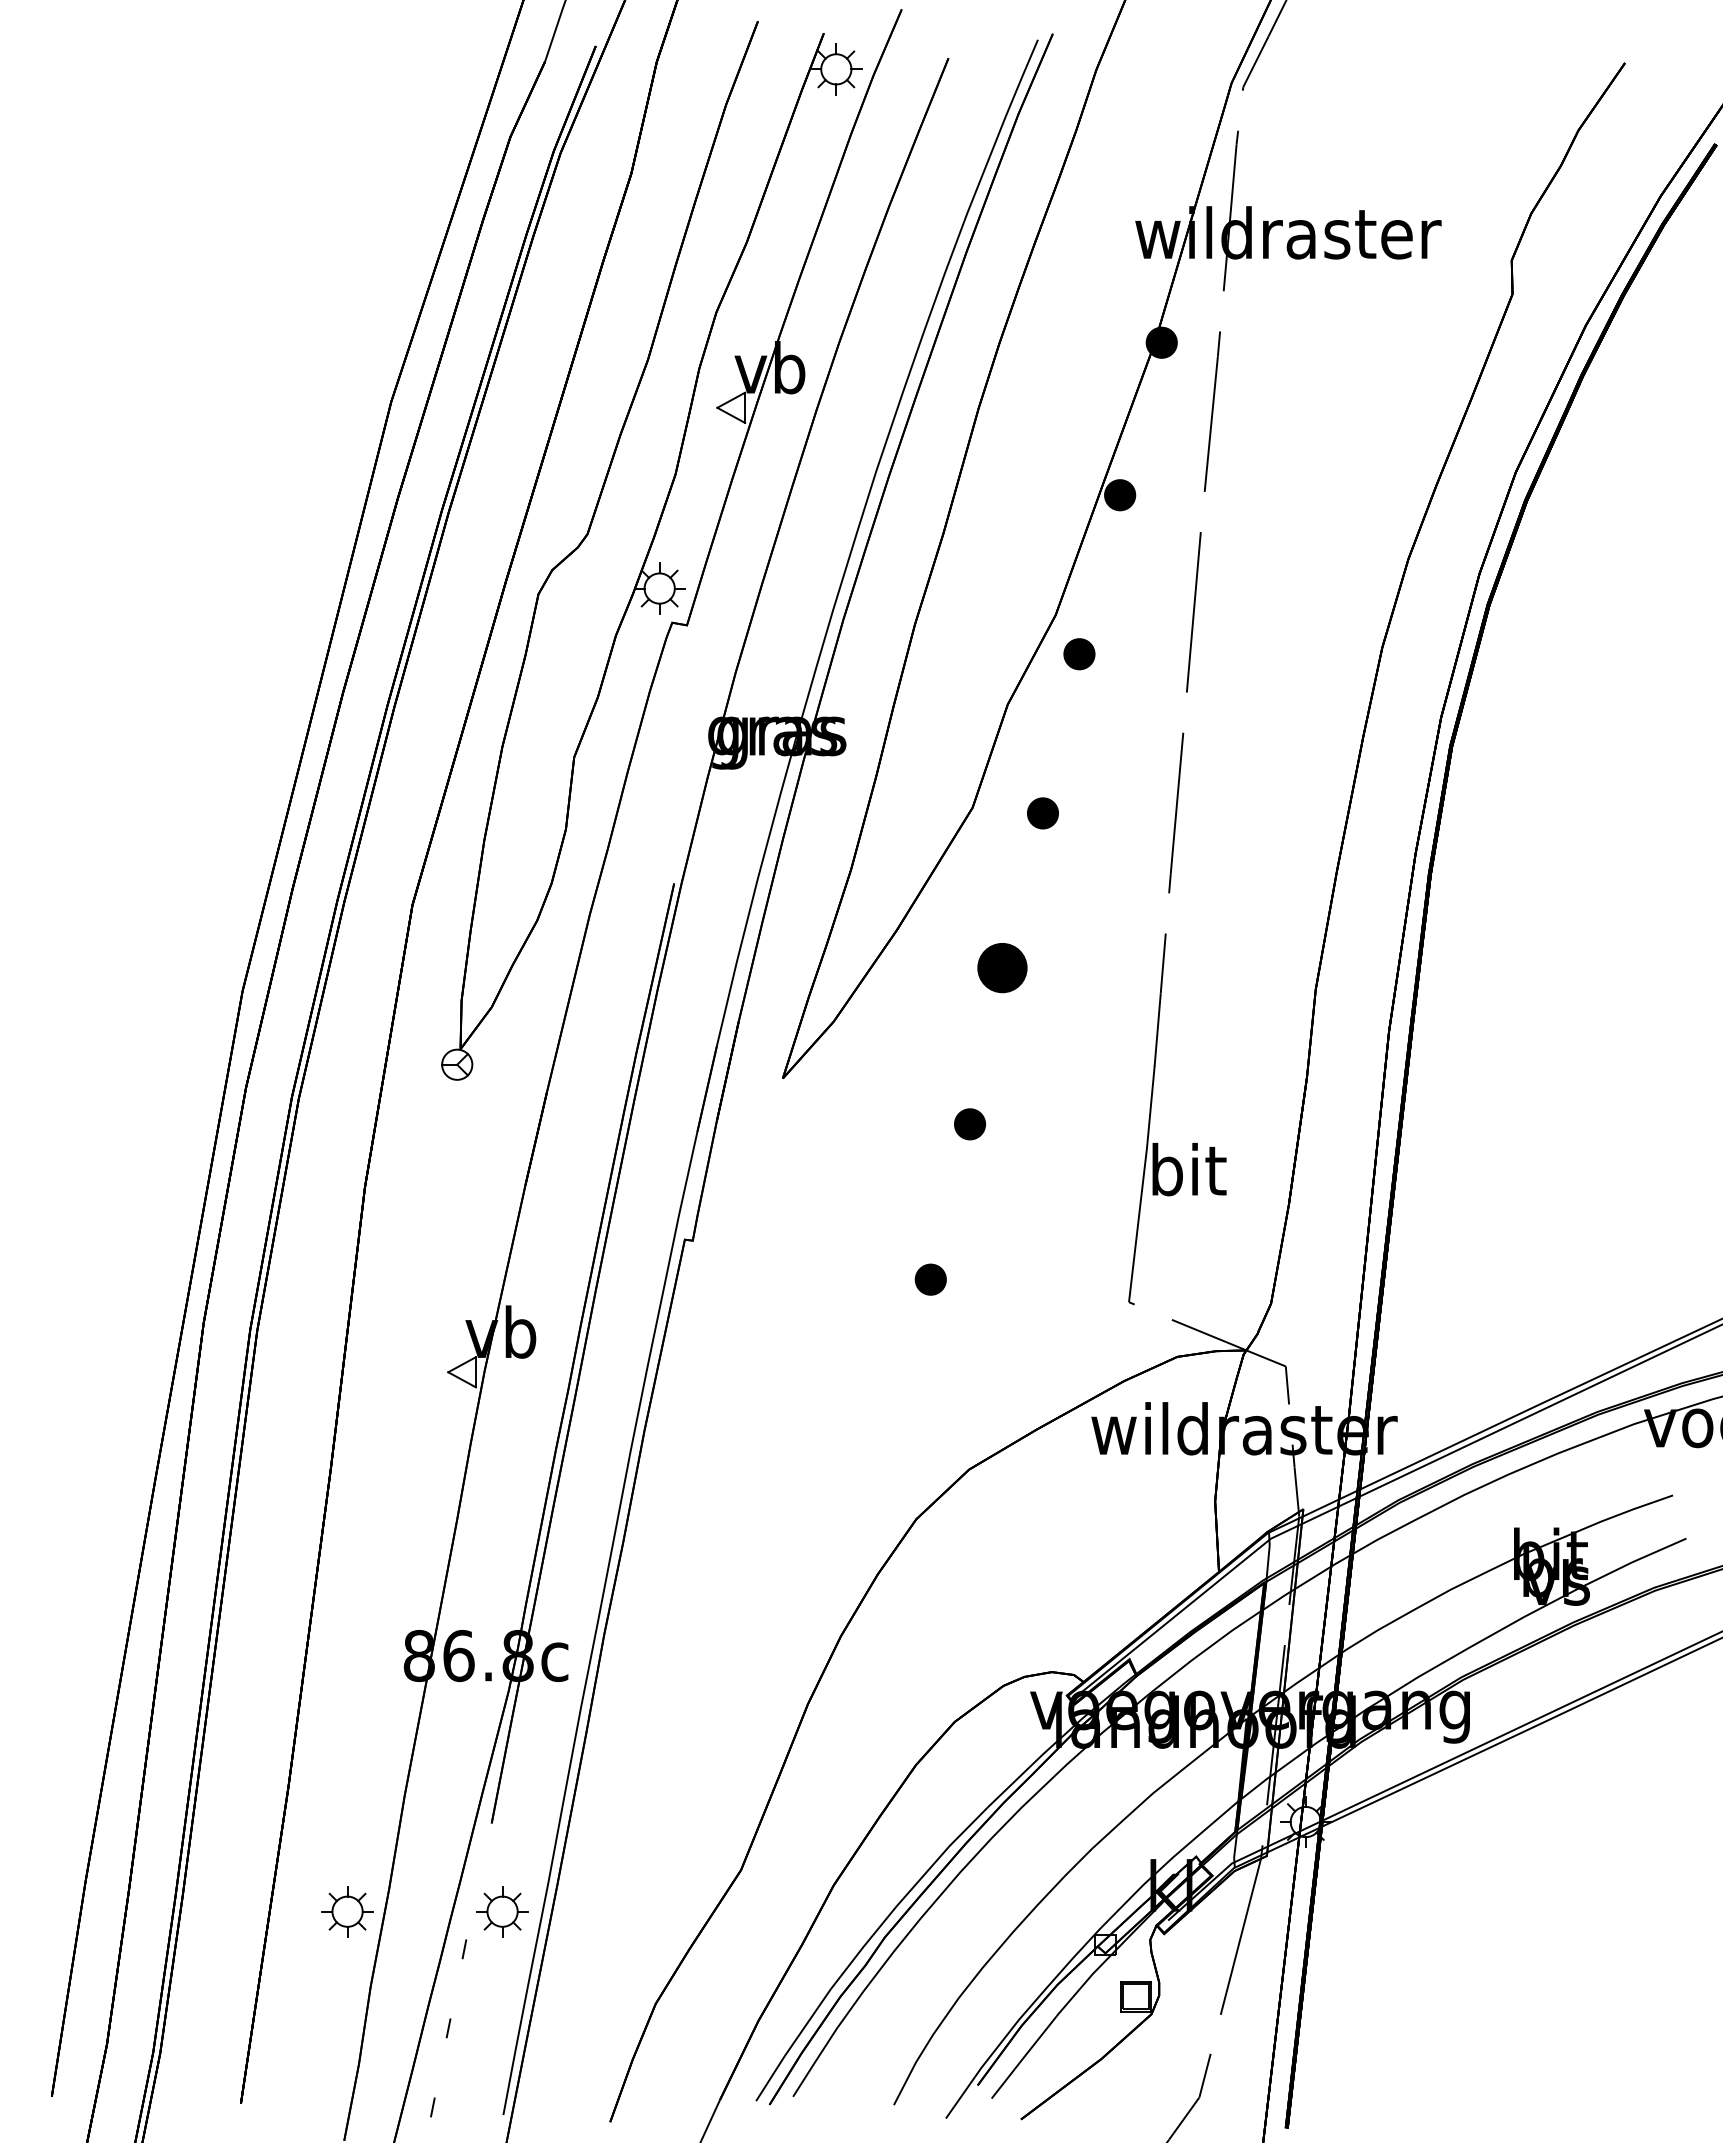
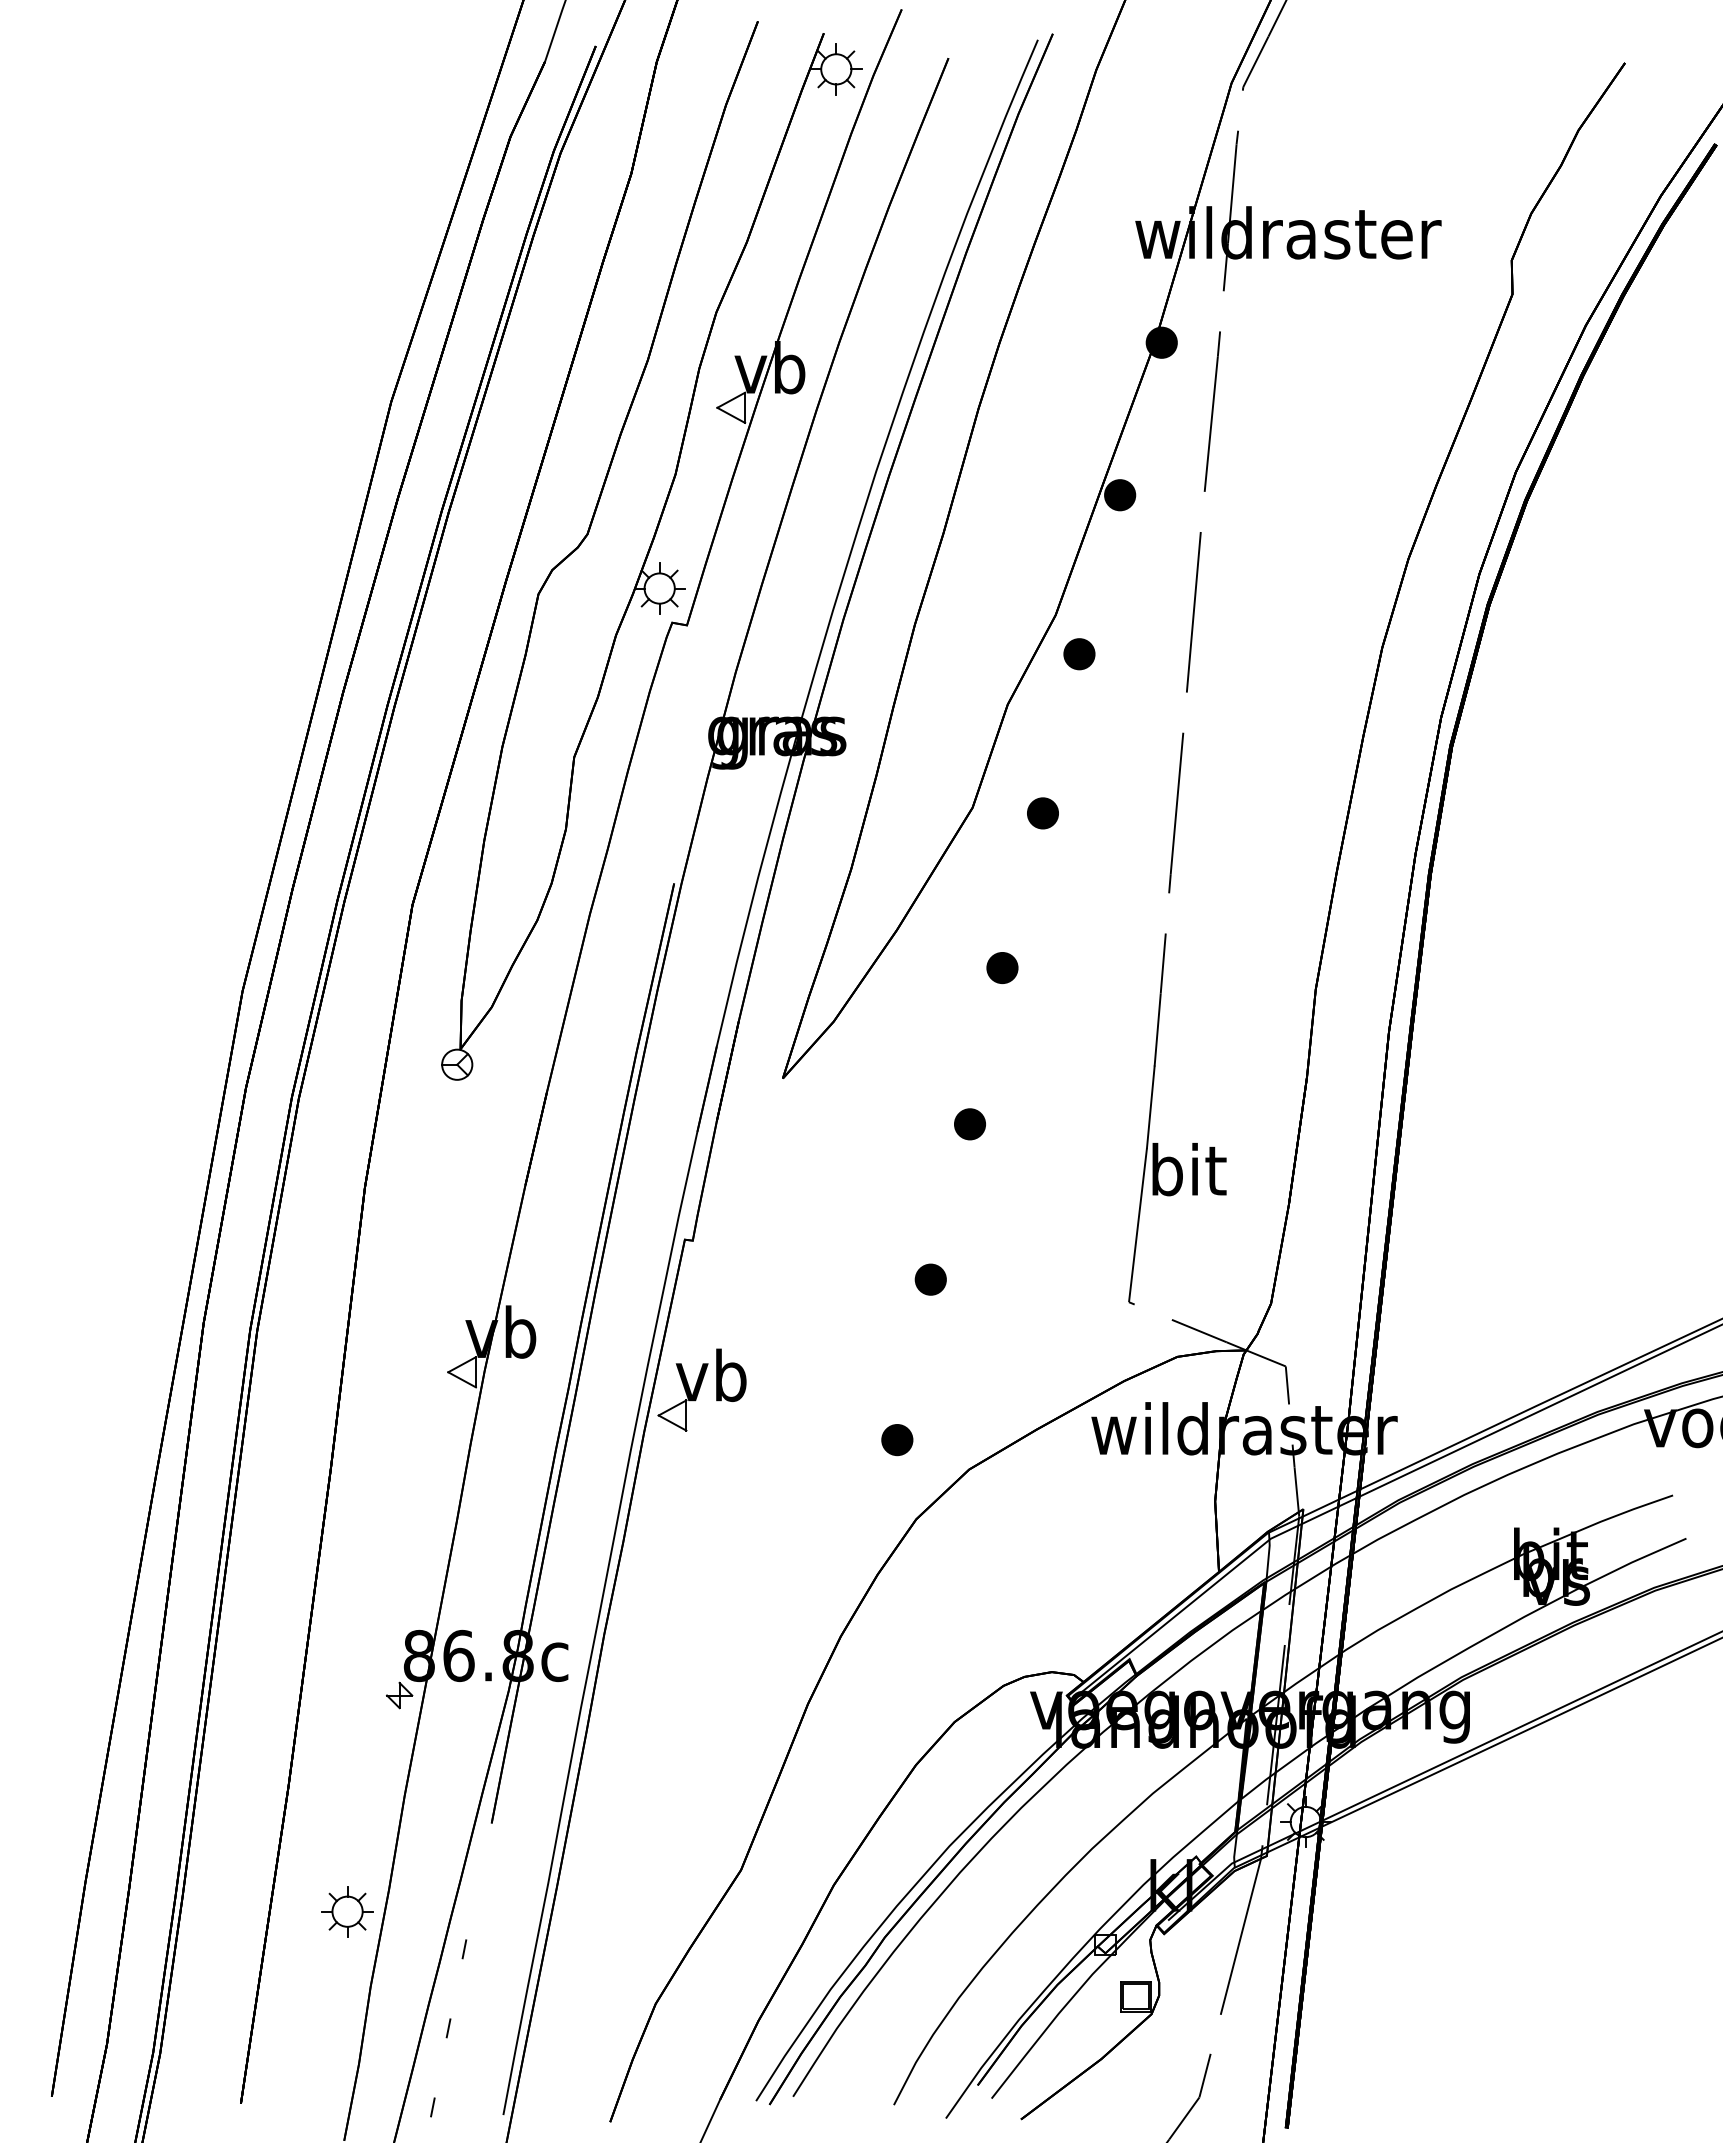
part at (1002, 968) size: 51x51 px -> 33x32 px
part at (701, 1389): none -> present
part at (897, 1440): none -> present
part at (399, 1695): none -> present
part at (502, 1911): present -> none
